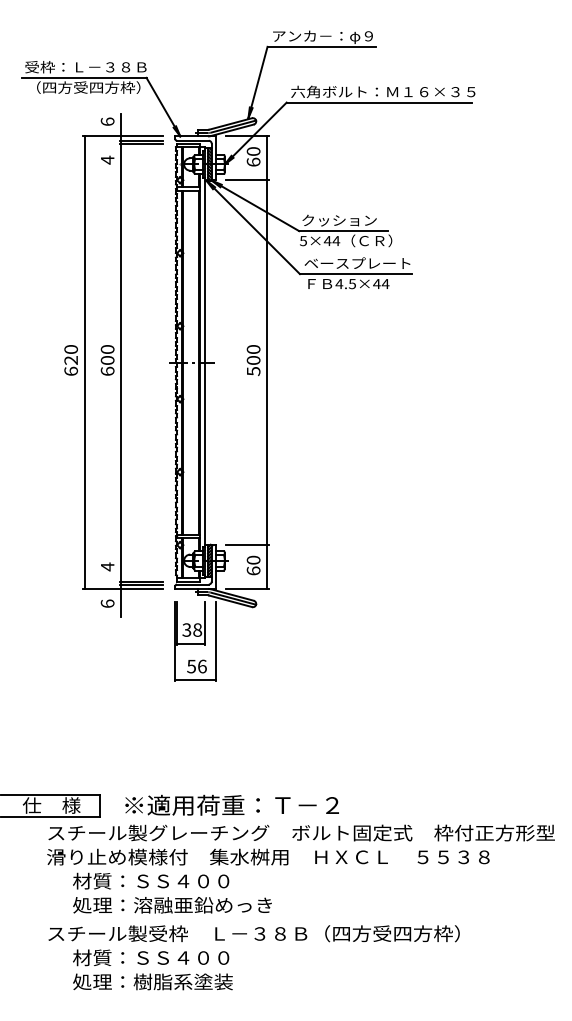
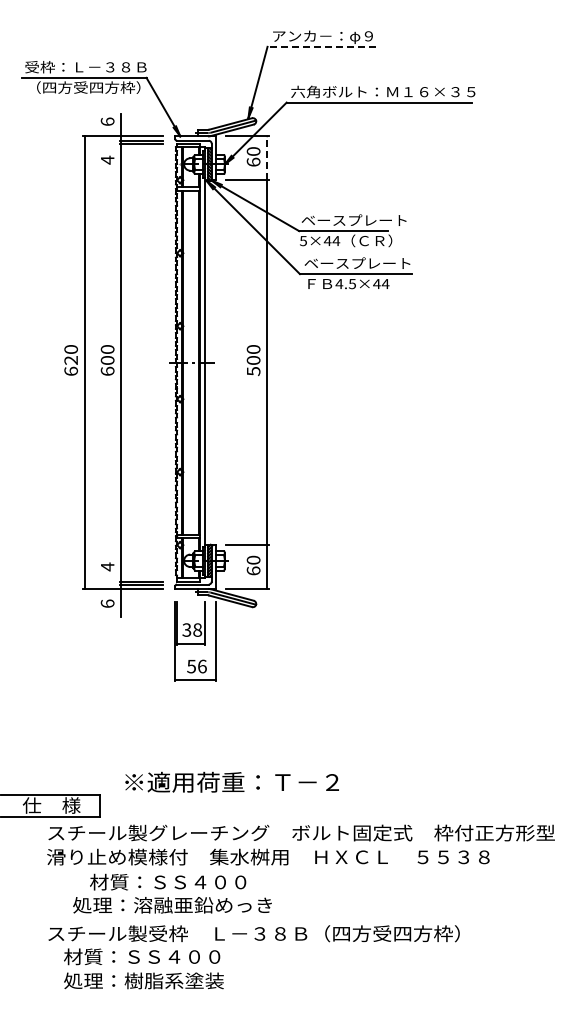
line at (321, 46): solid -> dashed
line at (267, 158): solid -> dashed
text at (353, 220): クッション -> ベースプレート
text at (231, 804) position: (231, 804) -> (231, 781)
text at (151, 880) position: (151, 880) -> (168, 881)
text at (152, 969) position: (152, 969) -> (143, 968)
